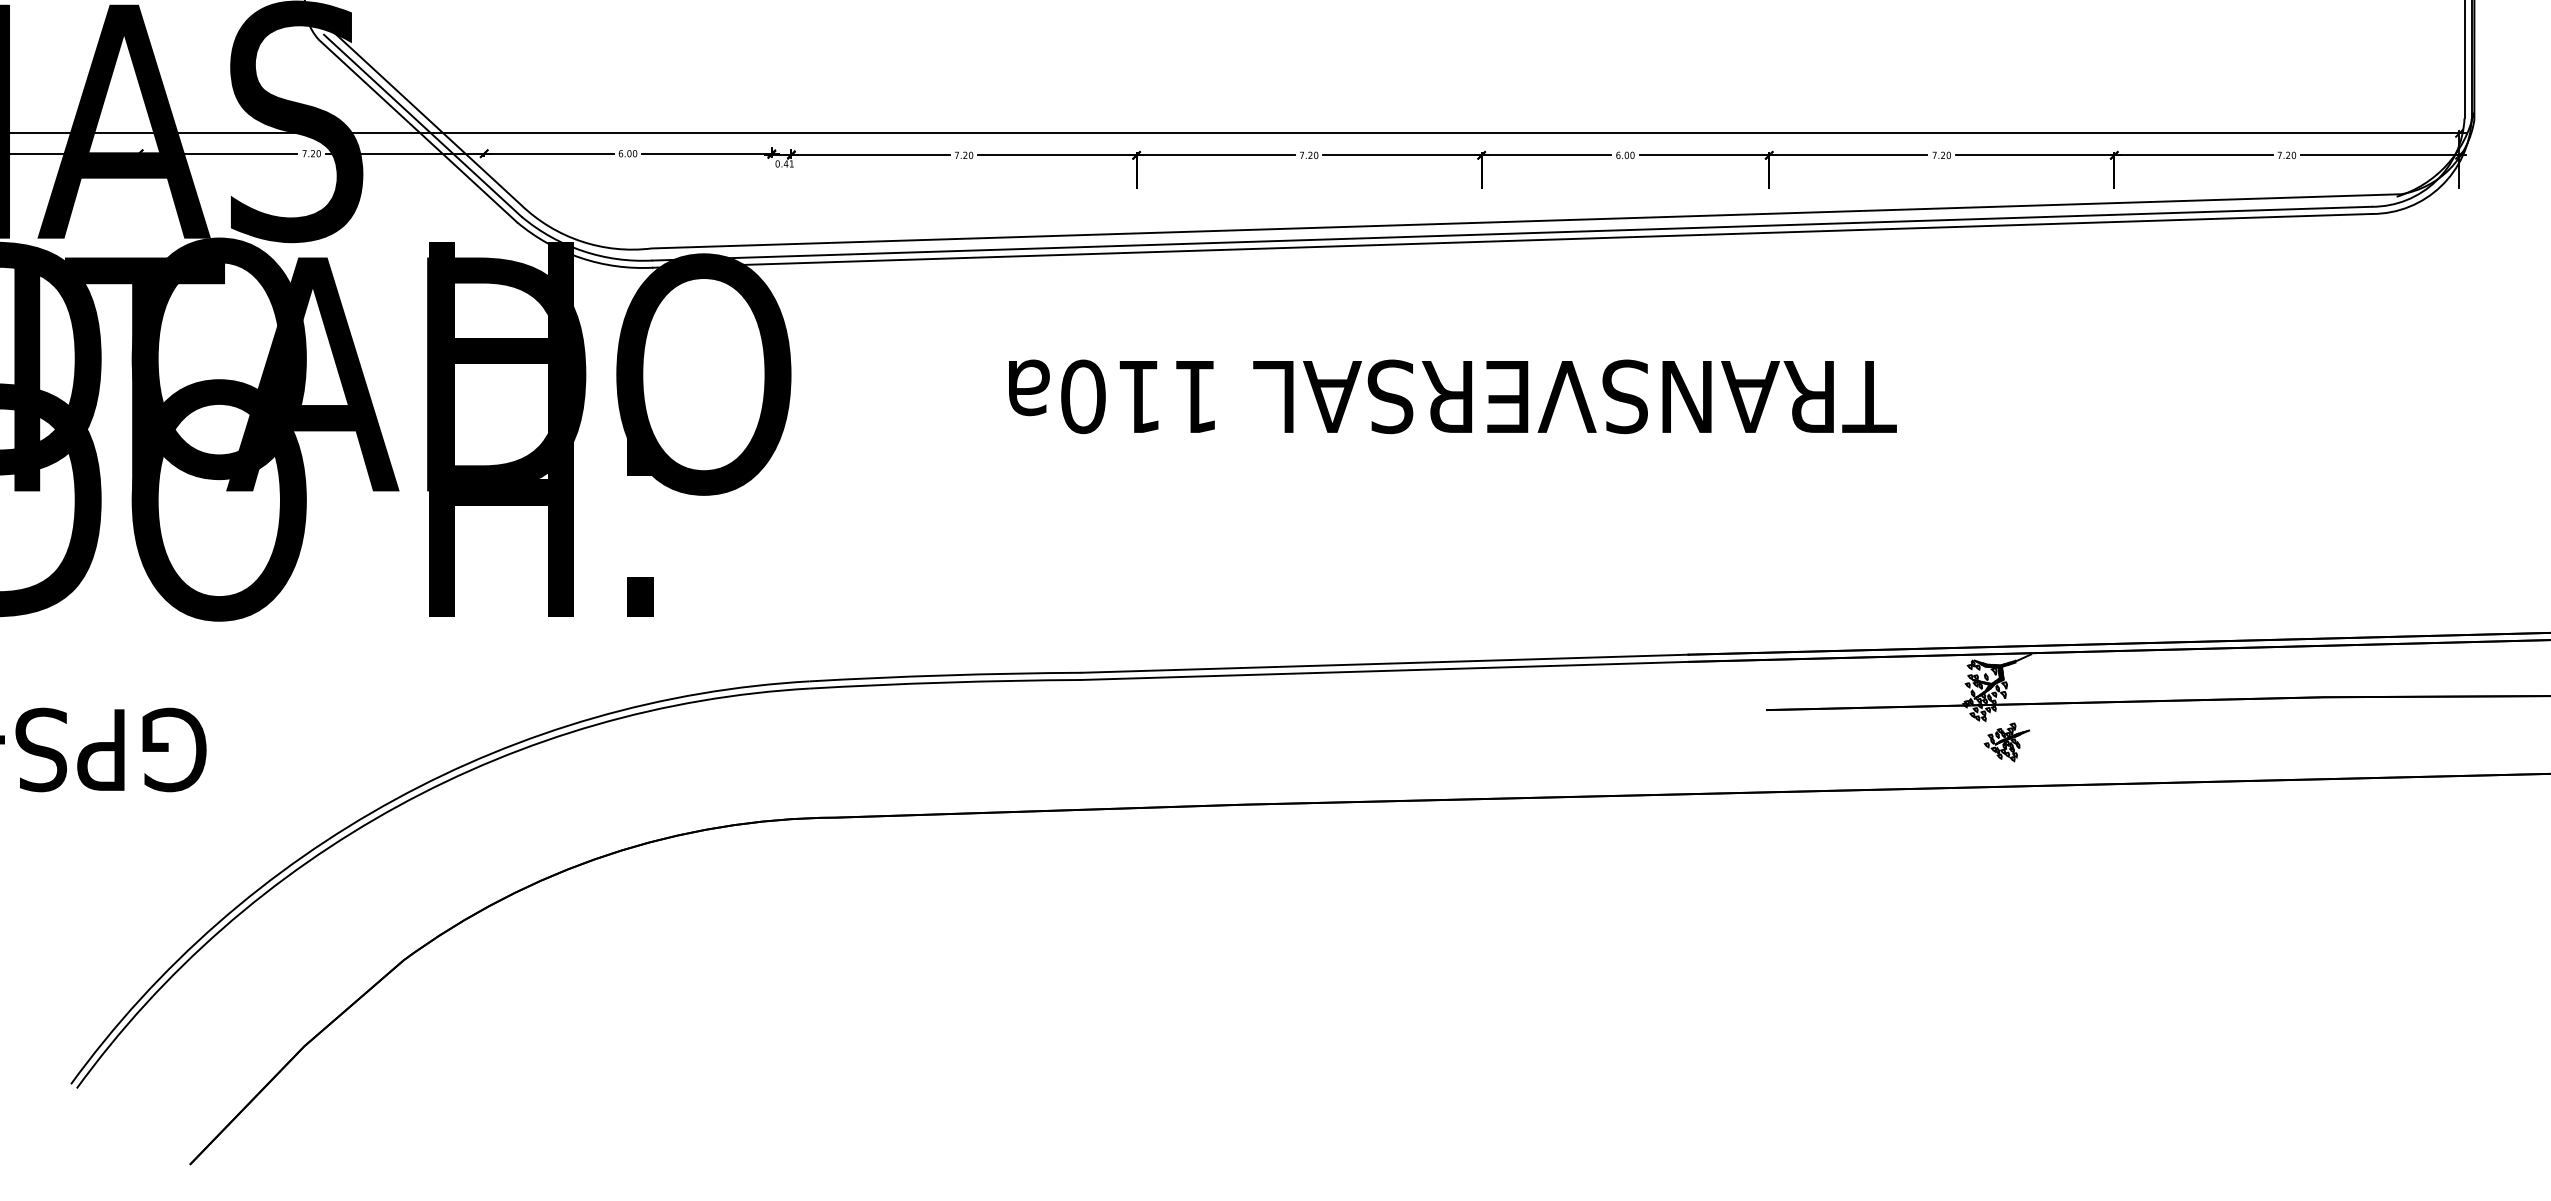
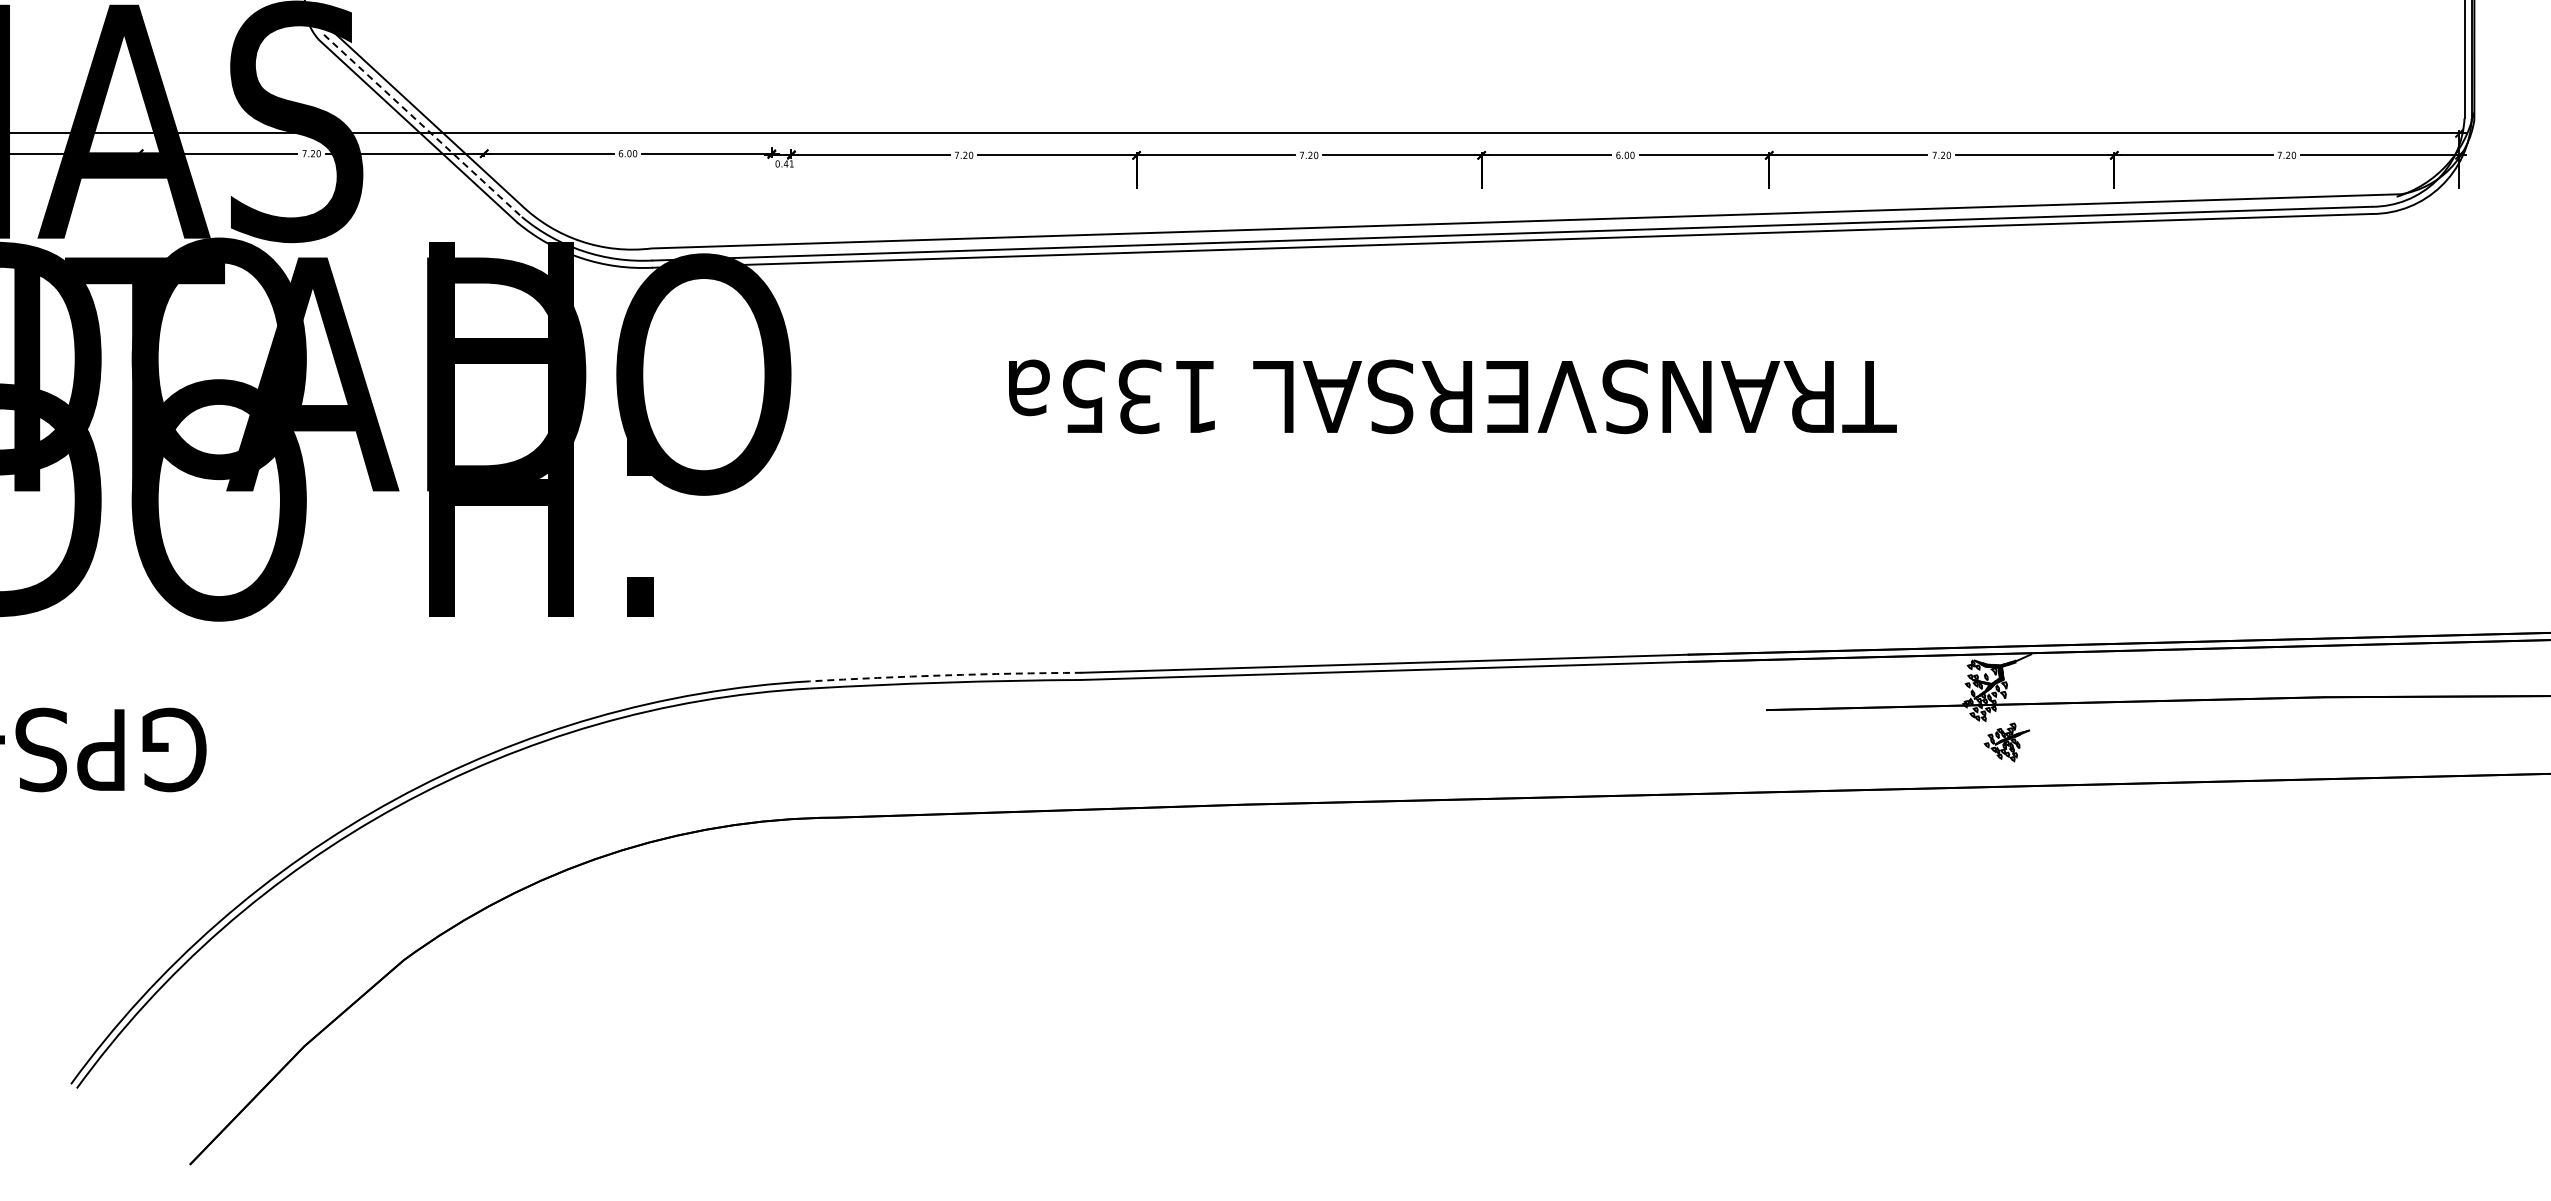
line at (423, 126): solid -> dashed
text at (1111, 396): 110a -> 135a
arc at (945, 675): solid -> dashed
